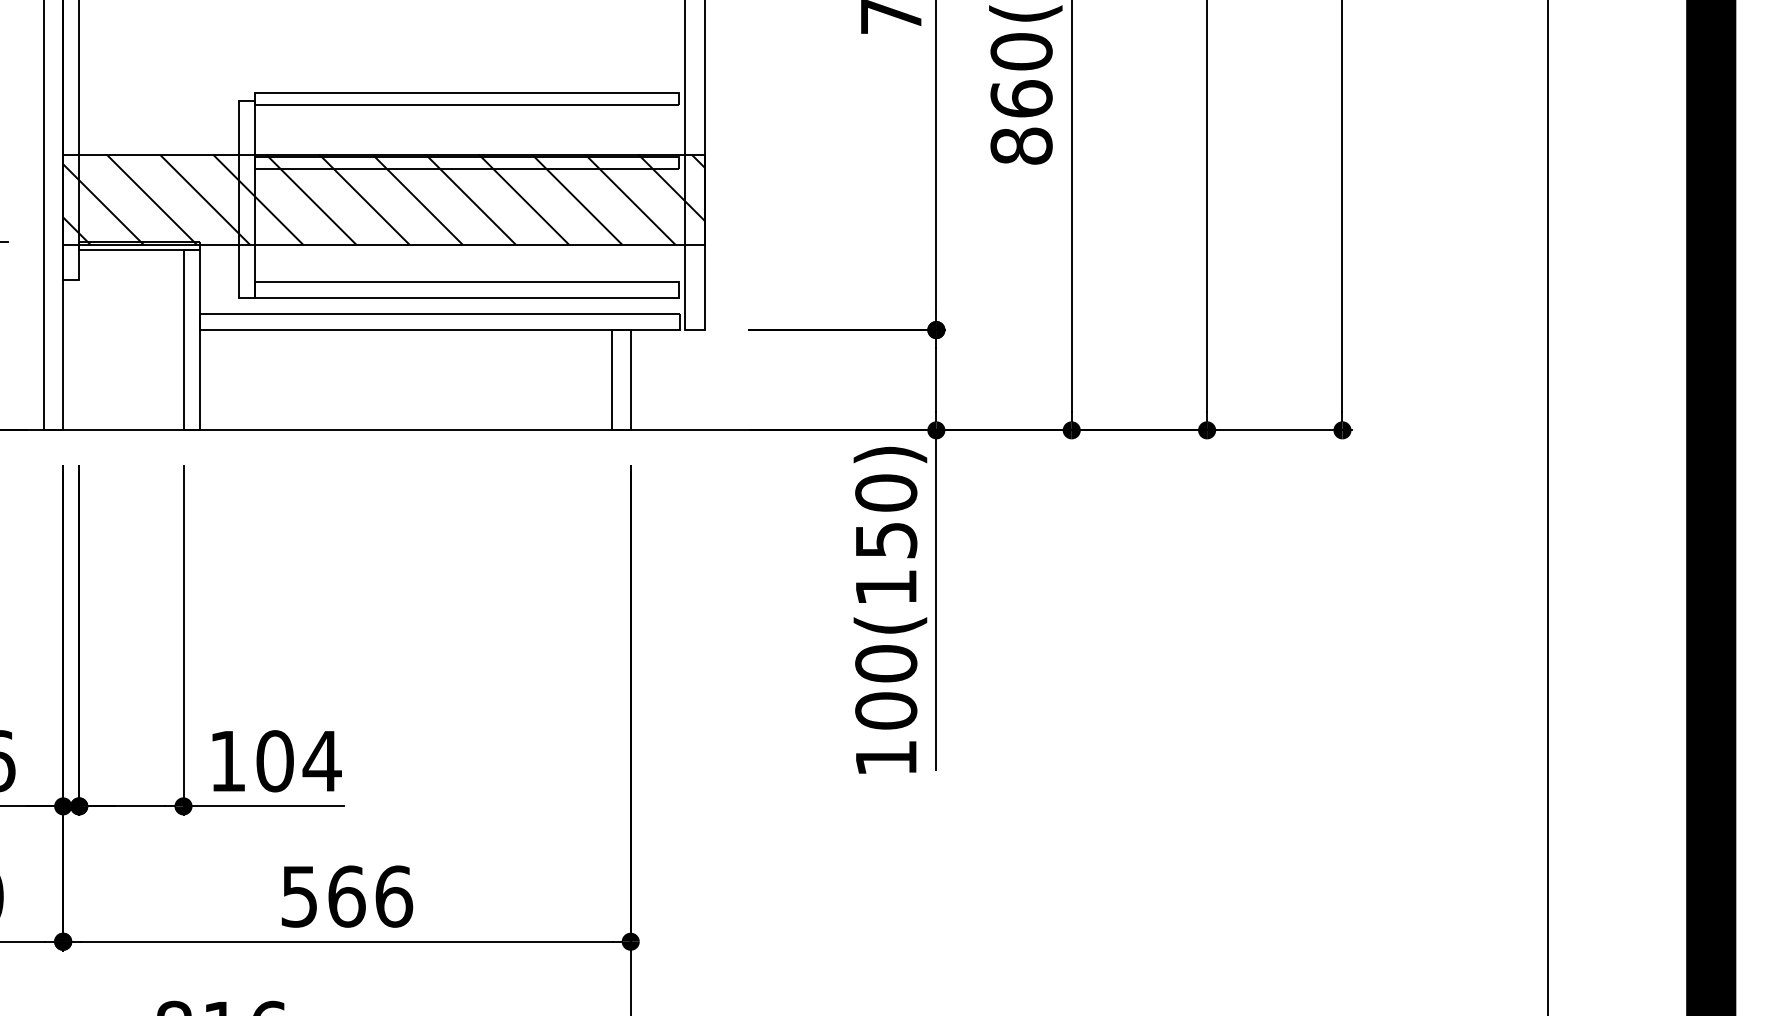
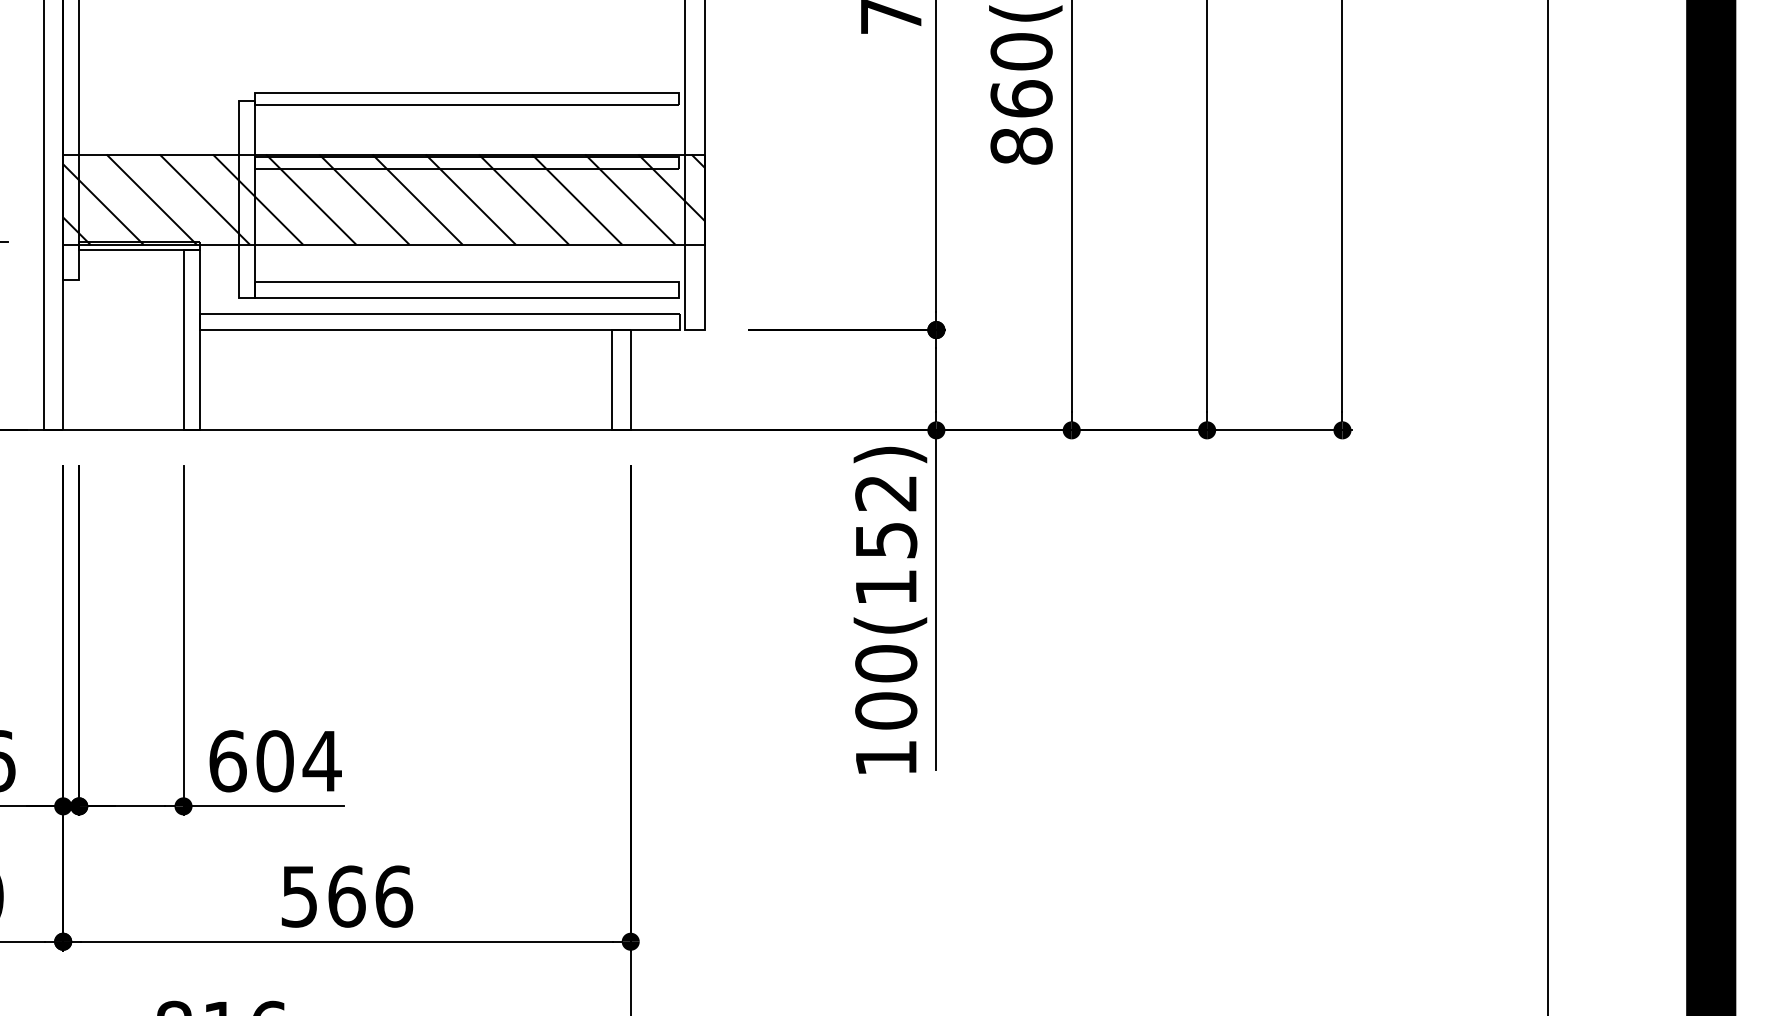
text at (886, 492): 100(150) -> 100(152)
text at (227, 761): 104 -> 604
